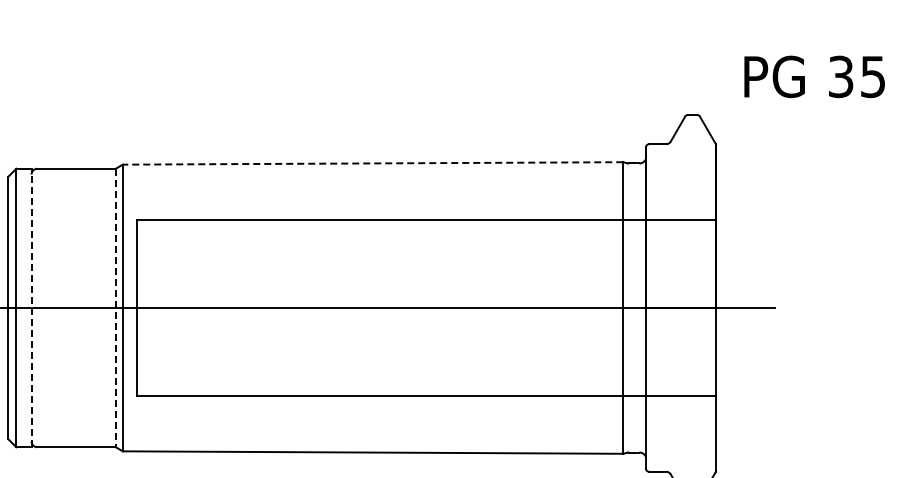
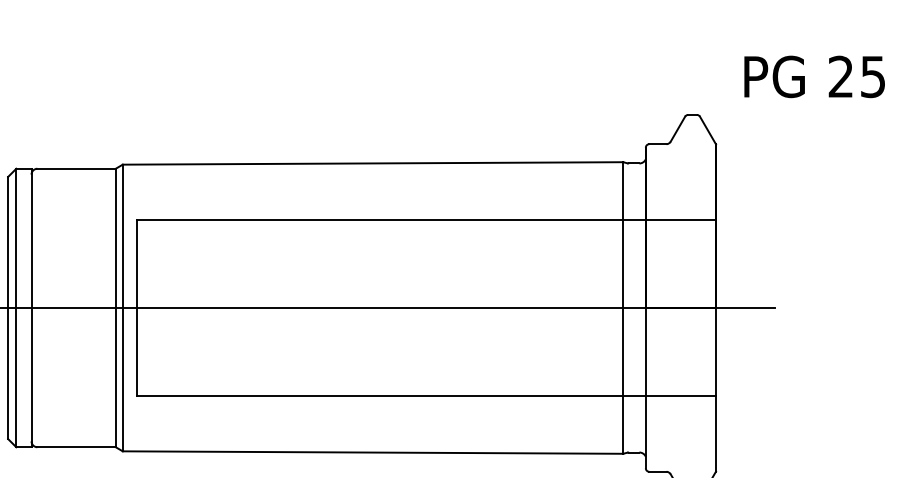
text at (840, 76): 35 -> 25
line at (372, 163): dashed -> solid
line at (31, 307): dashed -> solid
line at (115, 308): dashed -> solid
